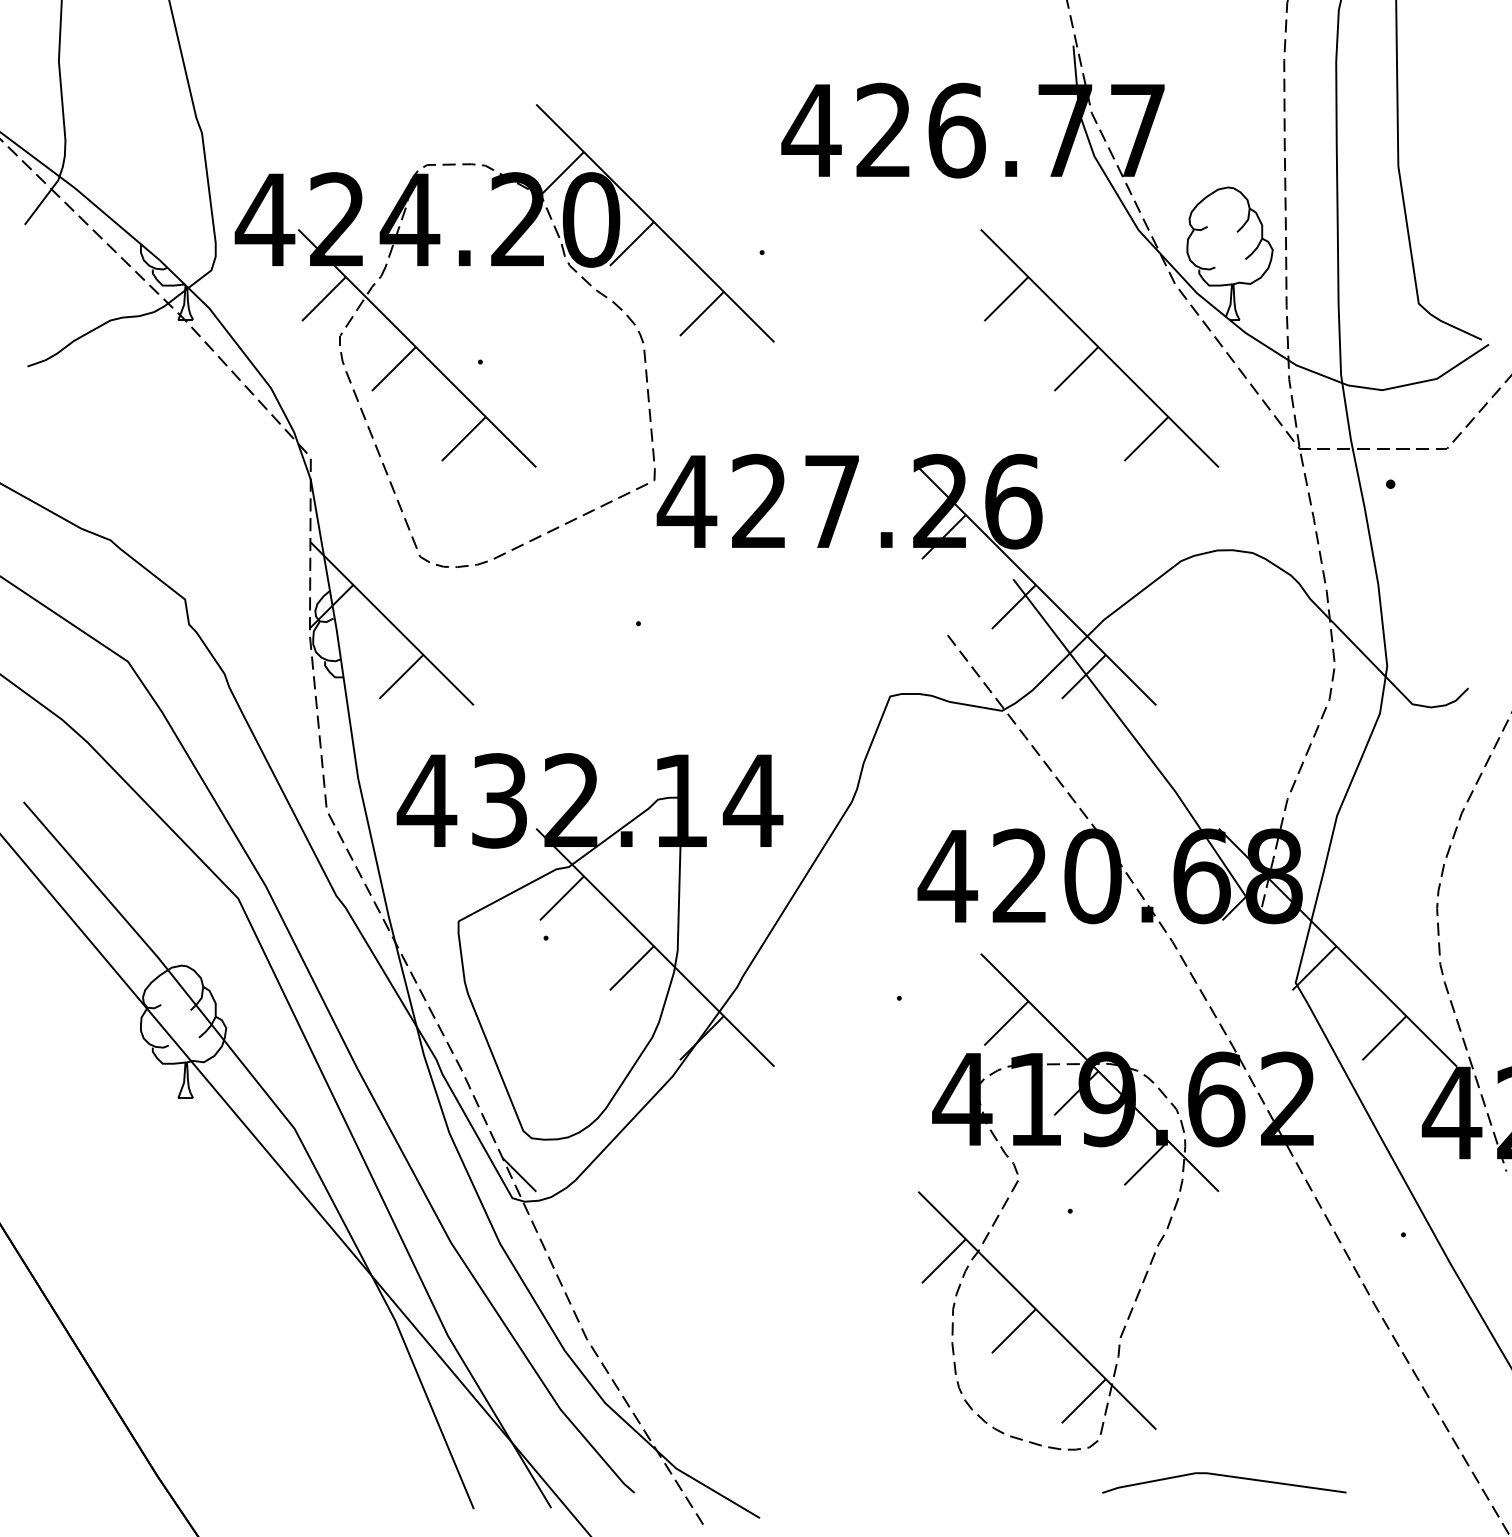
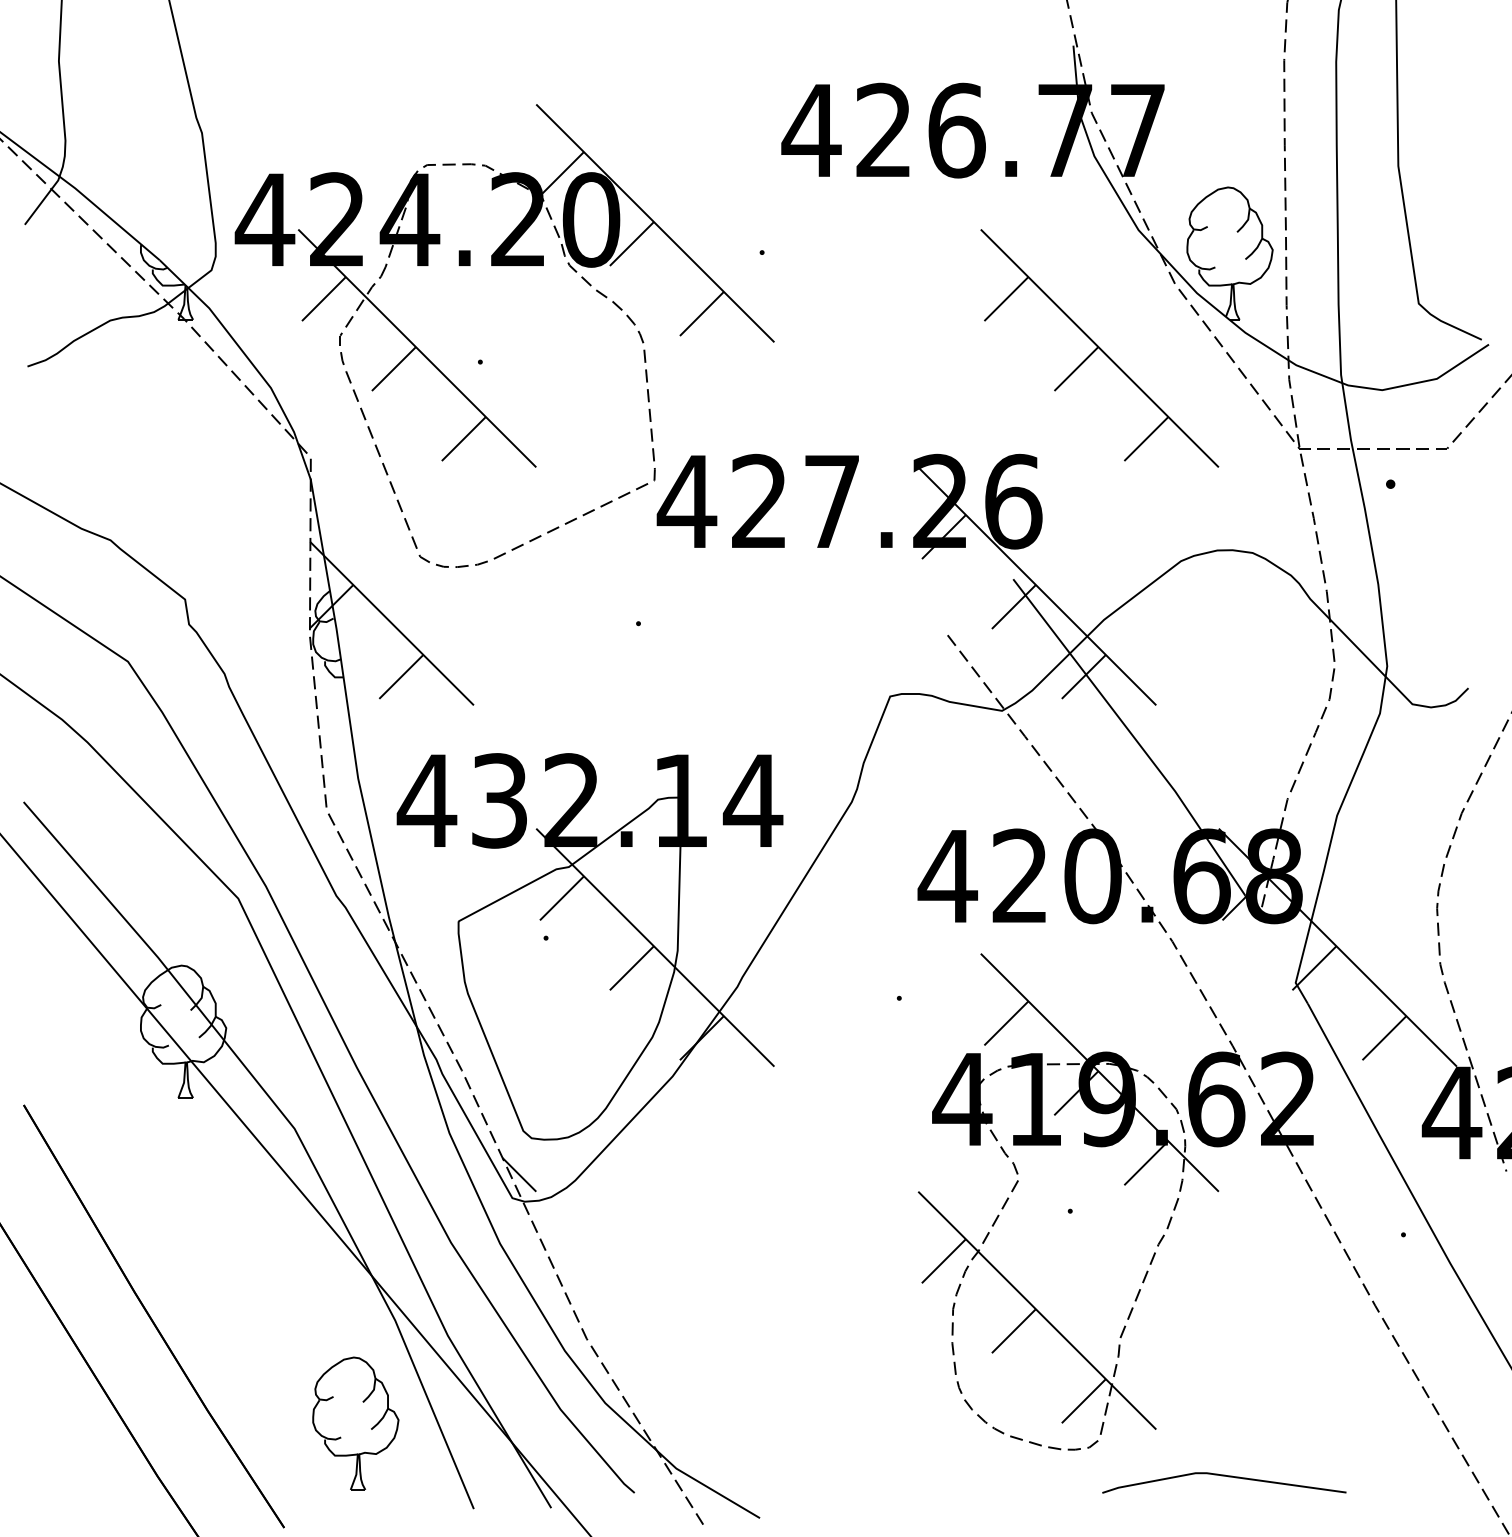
part at (153, 1316): none -> present
part at (355, 1423): none -> present
